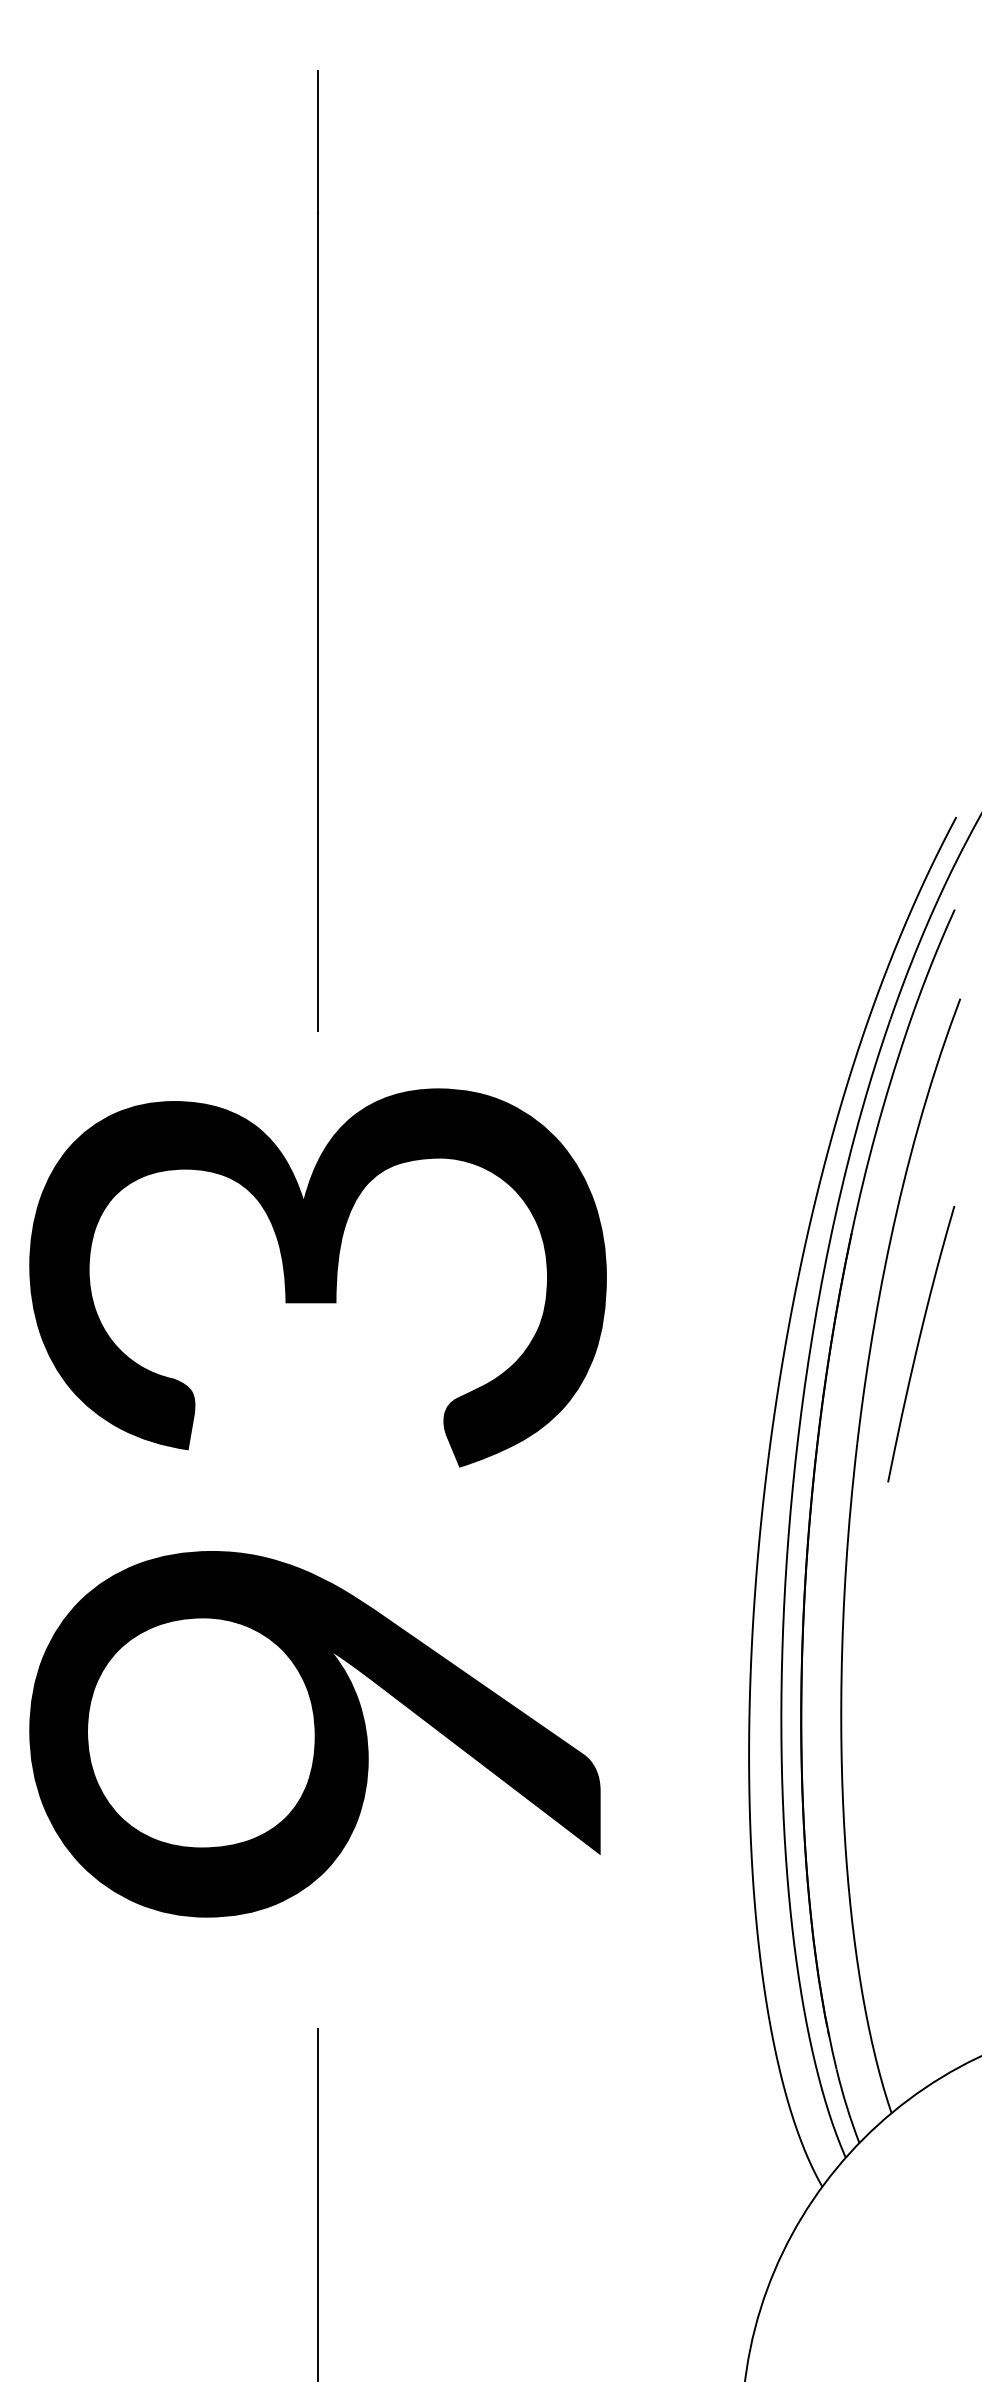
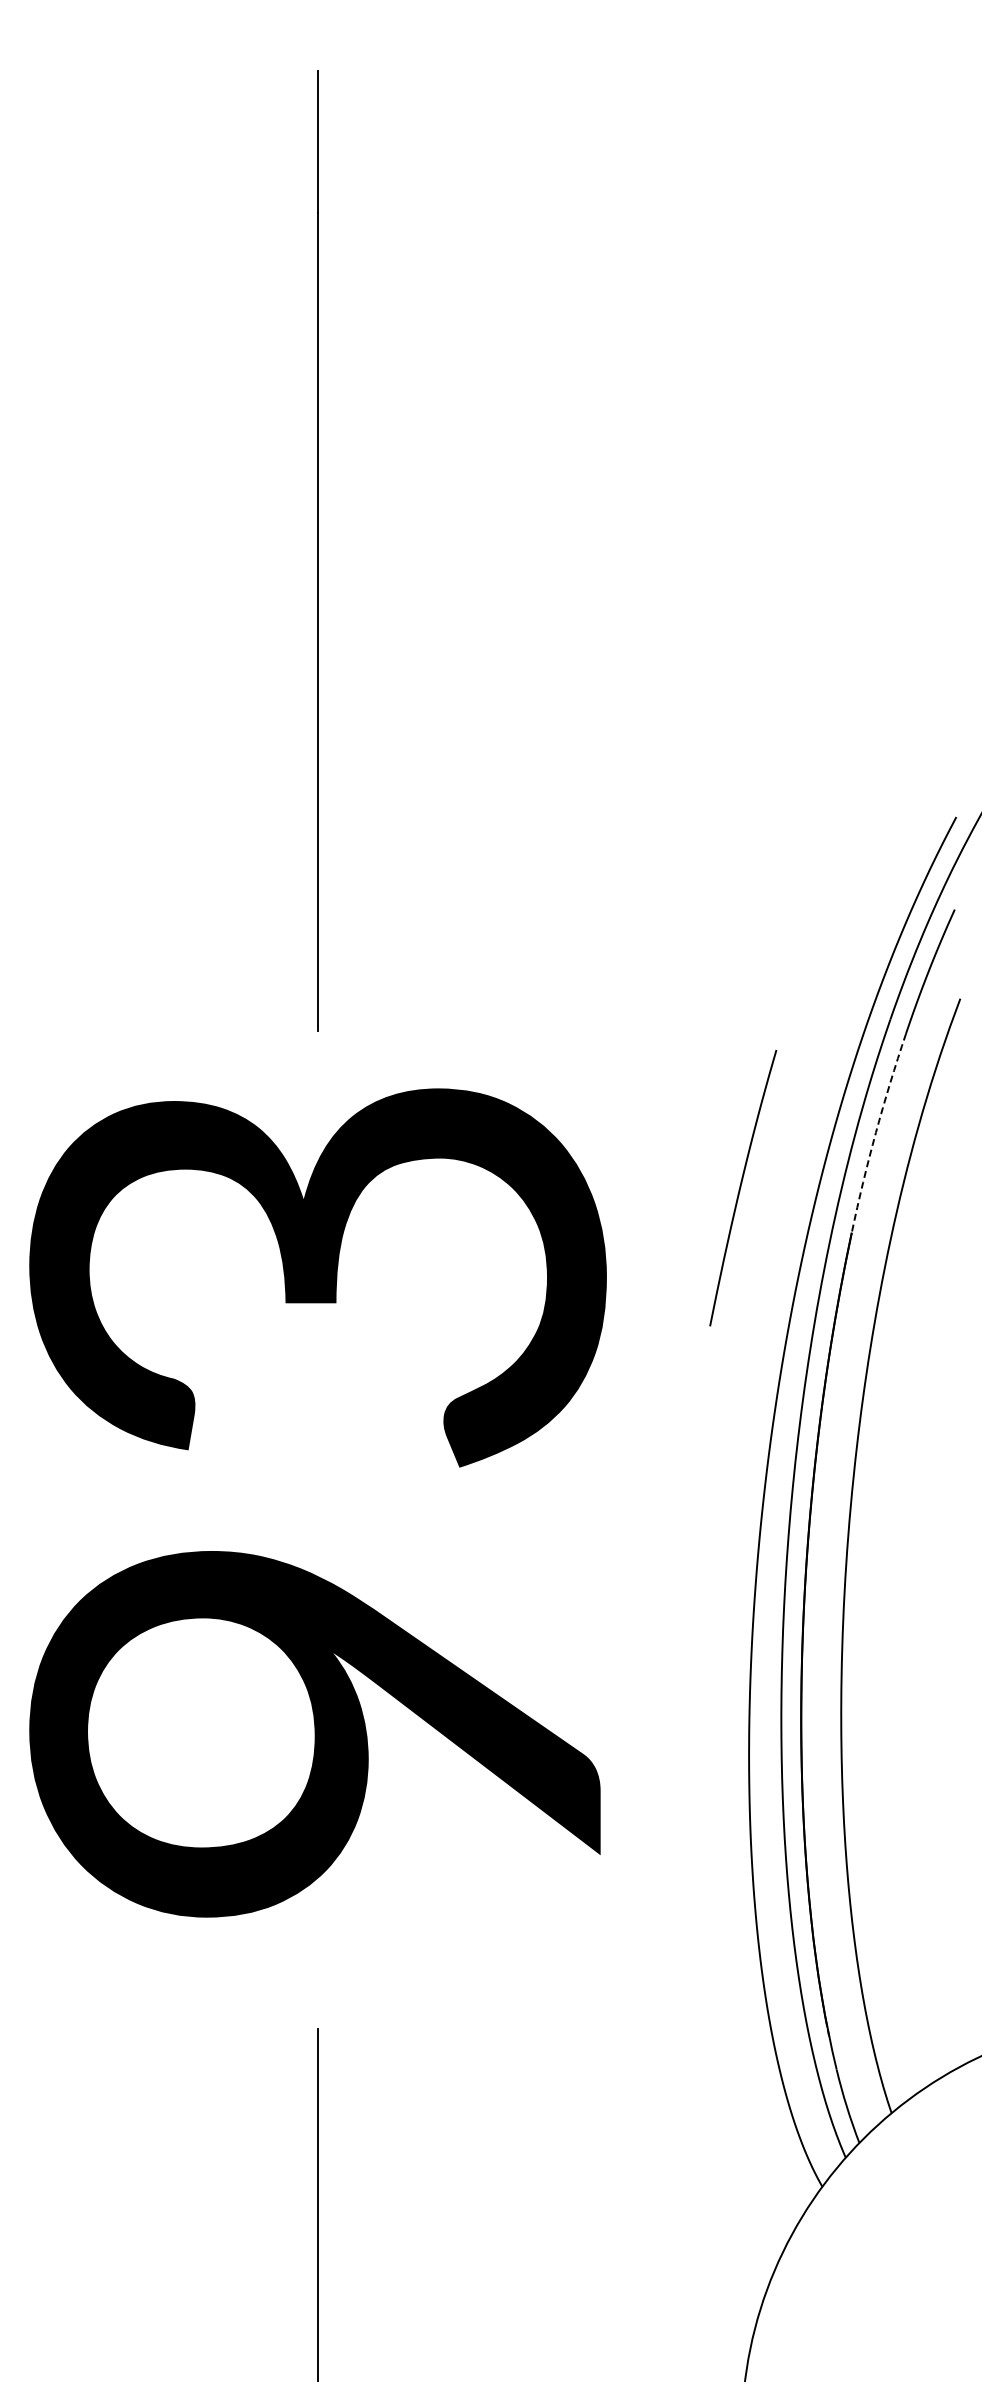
arc at (876, 1132): solid -> dashed
curve at (919, 1343) position: (919, 1343) -> (741, 1187)
